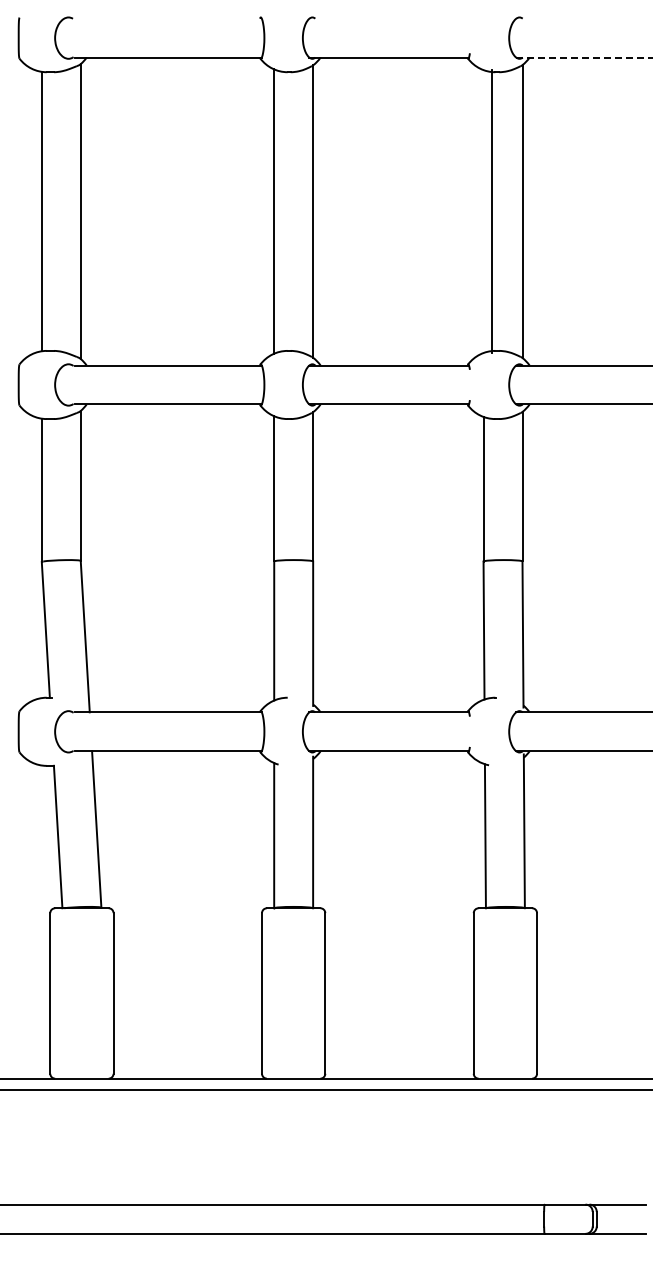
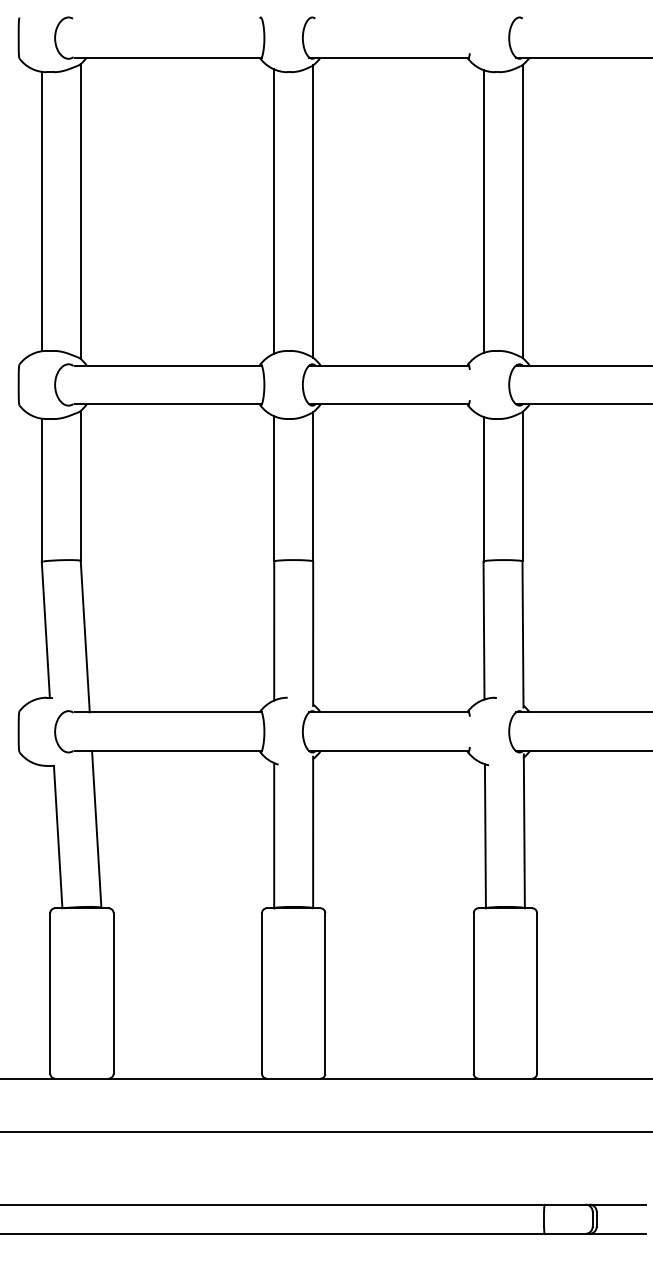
line at (584, 57): dashed -> solid
line at (491, 211) position: (491, 211) -> (483, 211)
line at (325, 1089) position: (325, 1089) -> (325, 1131)
